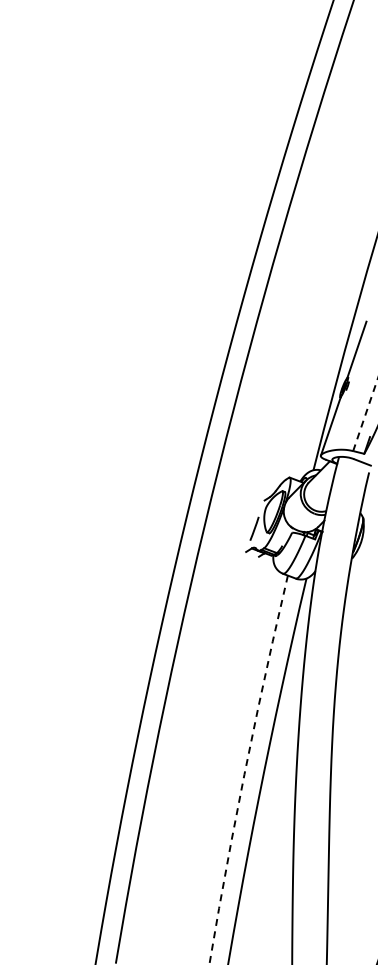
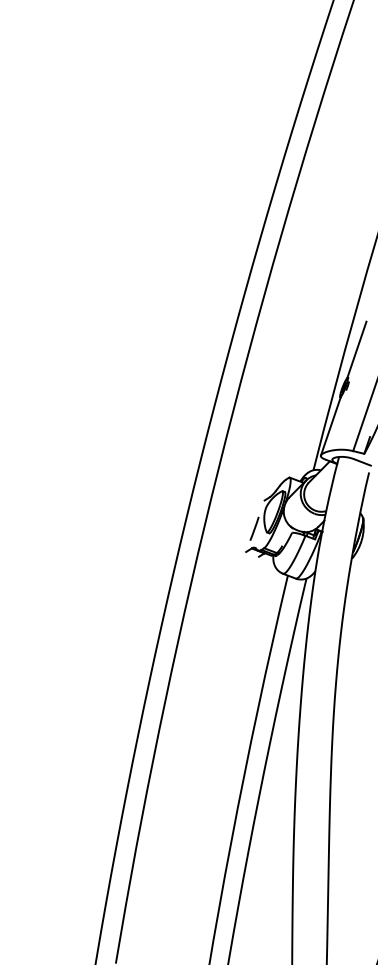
line at (365, 414): dashed -> solid
arc at (245, 769): dashed -> solid
